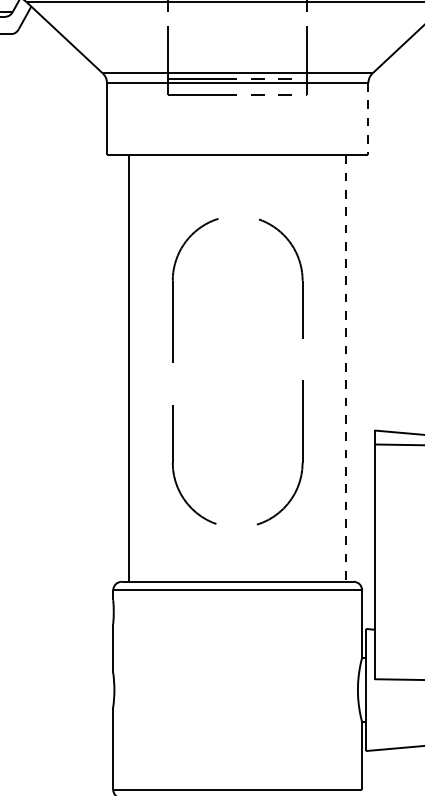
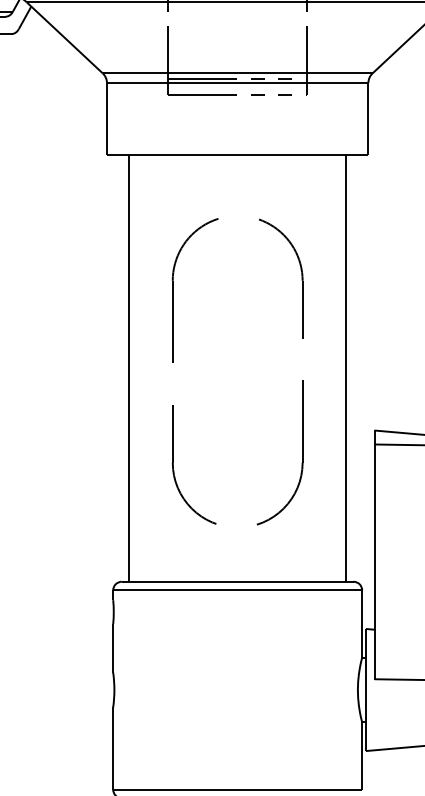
line at (368, 119): dashed -> solid
line at (345, 369): dashed -> solid
